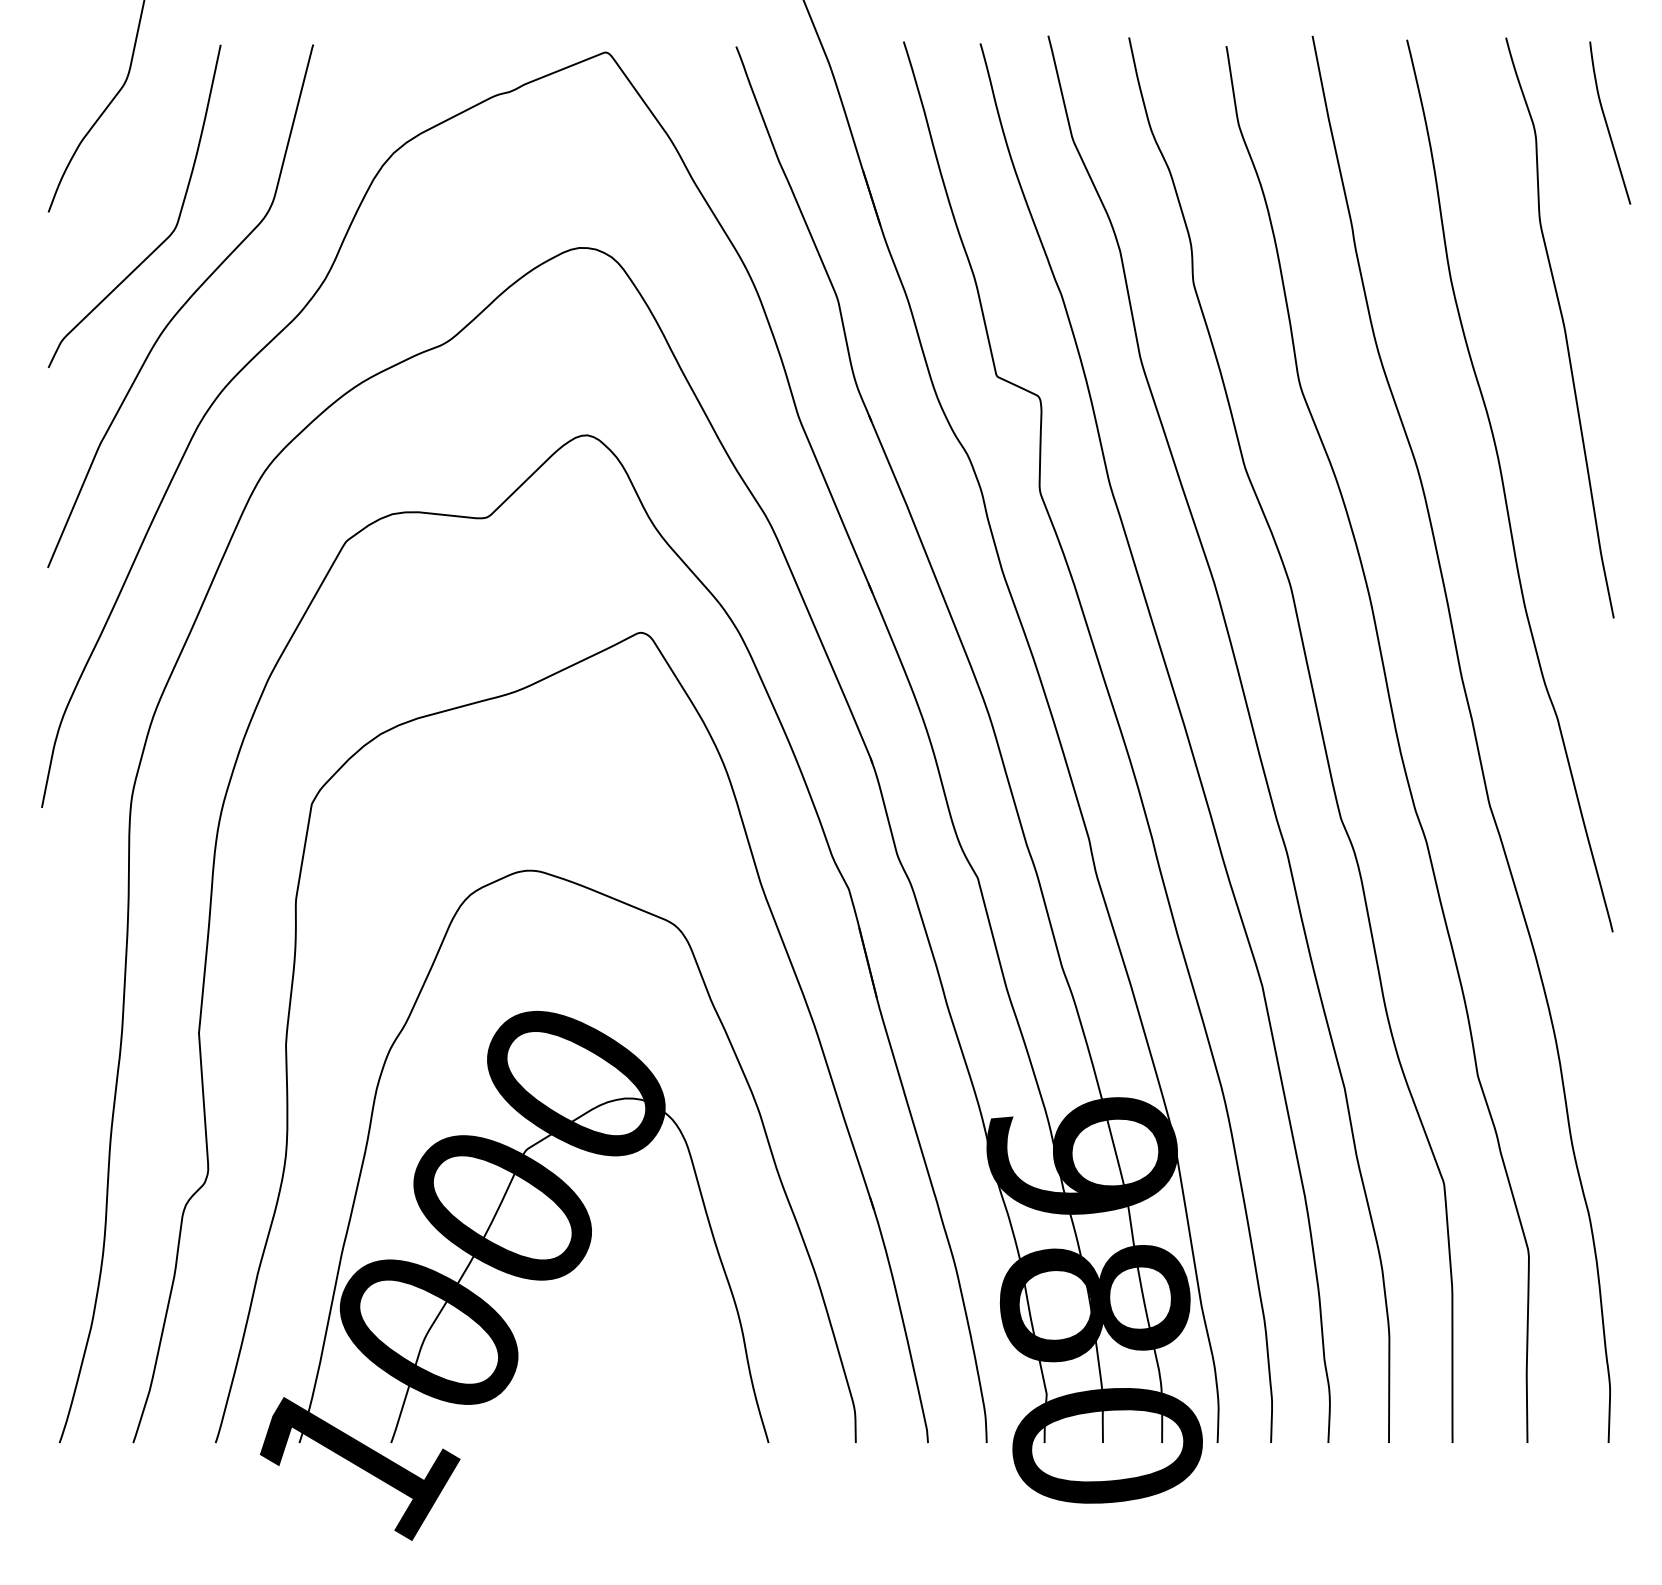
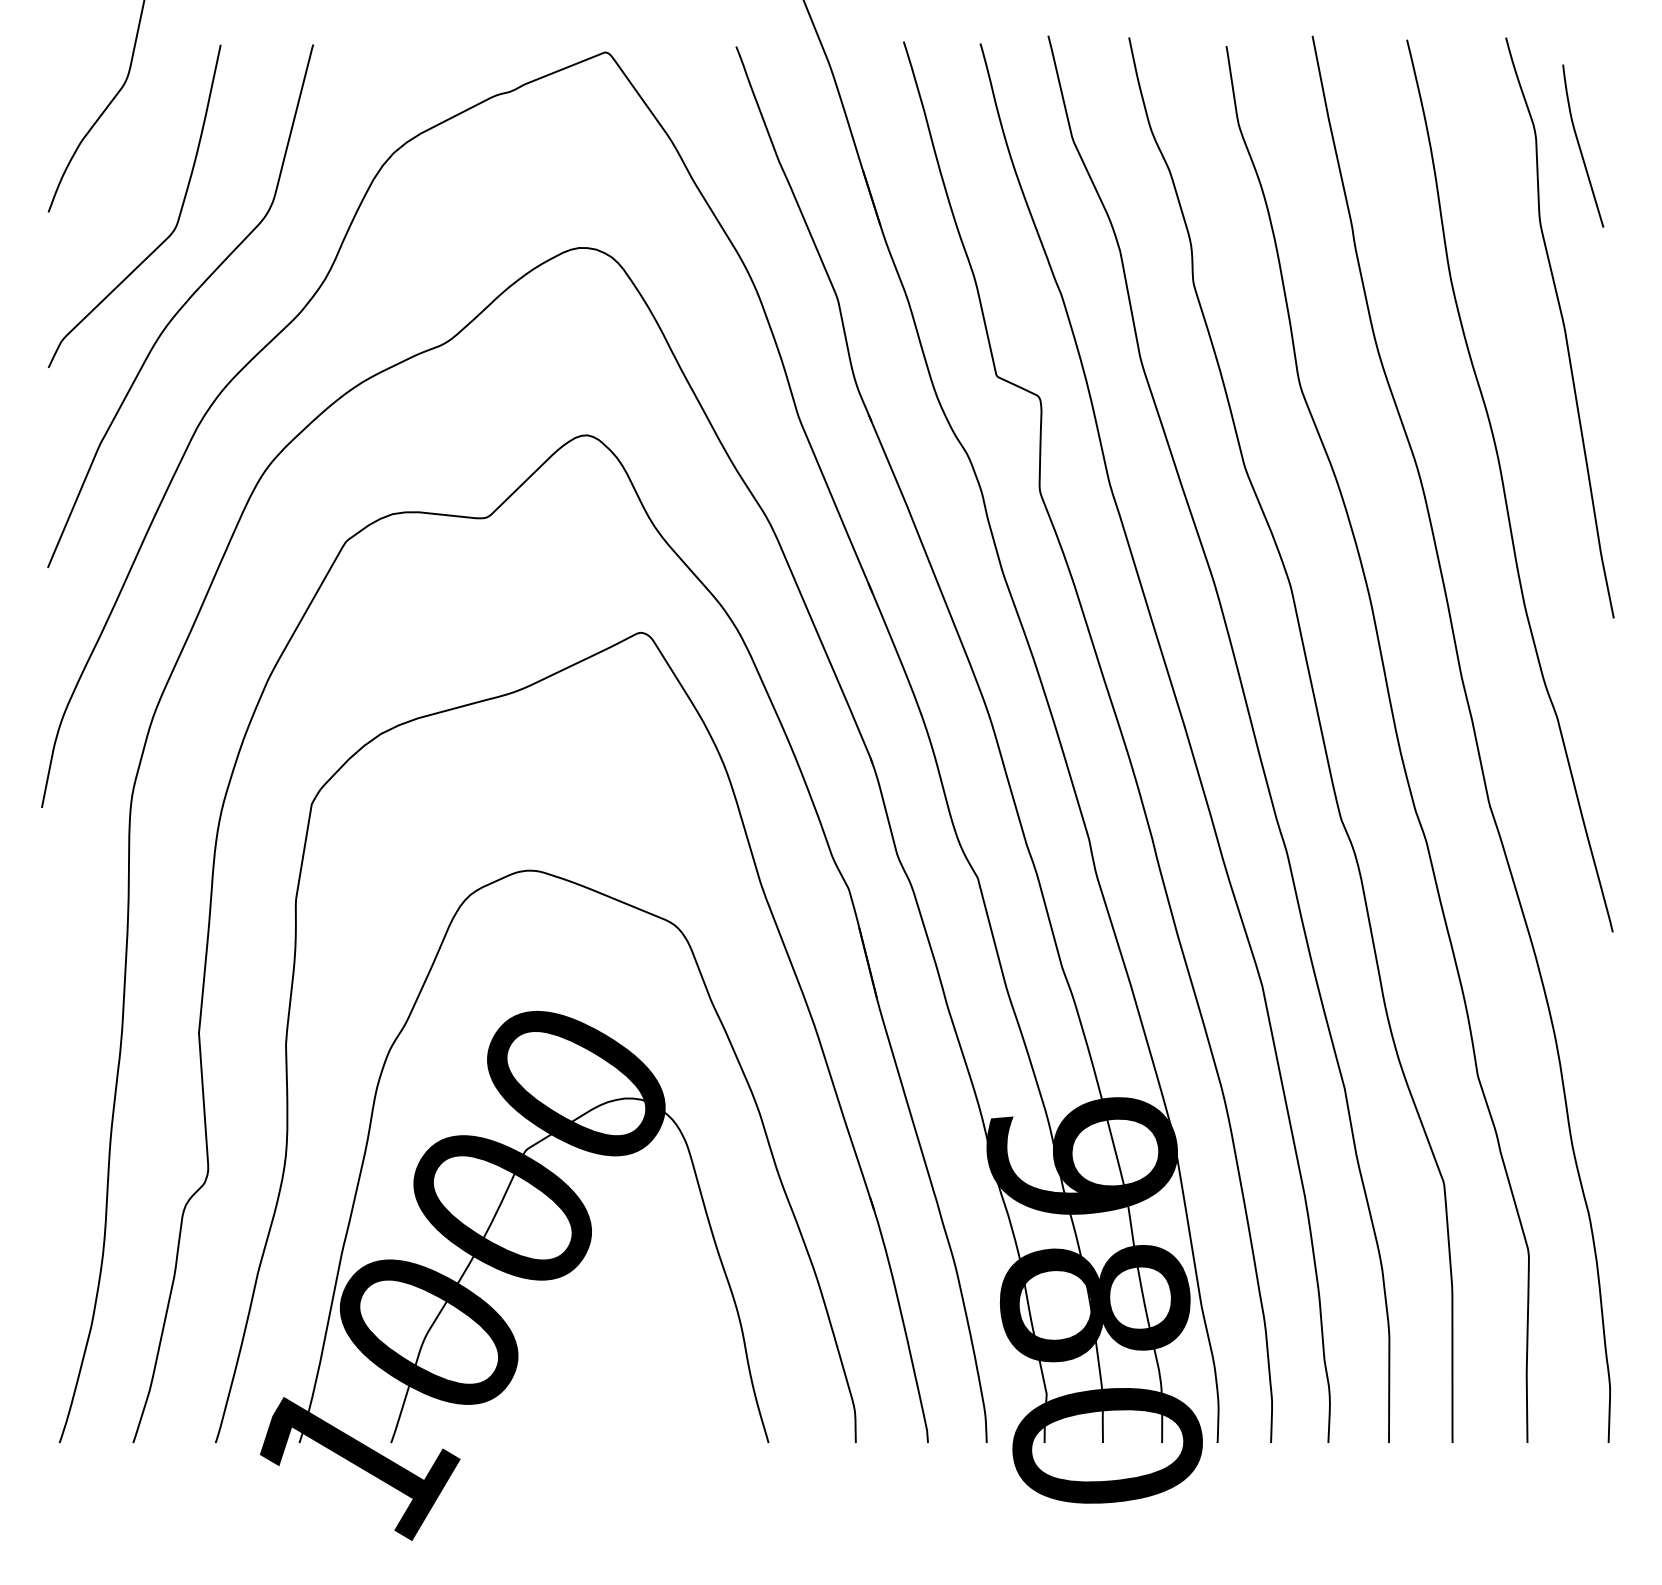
curve at (1607, 123) position: (1607, 123) -> (1580, 146)
